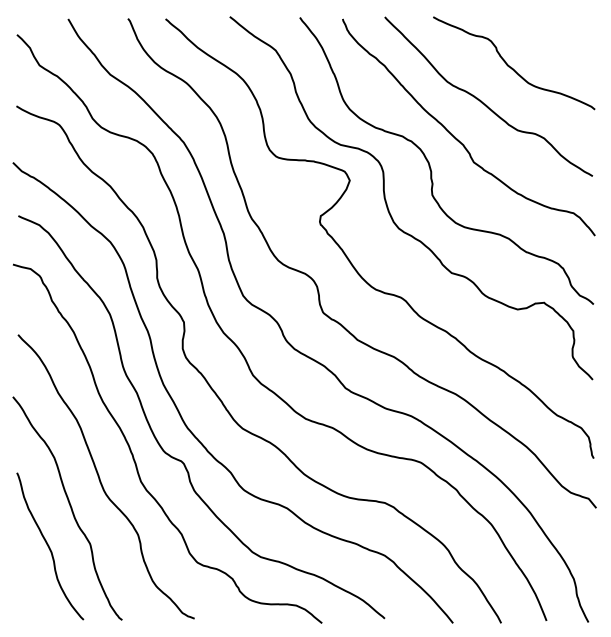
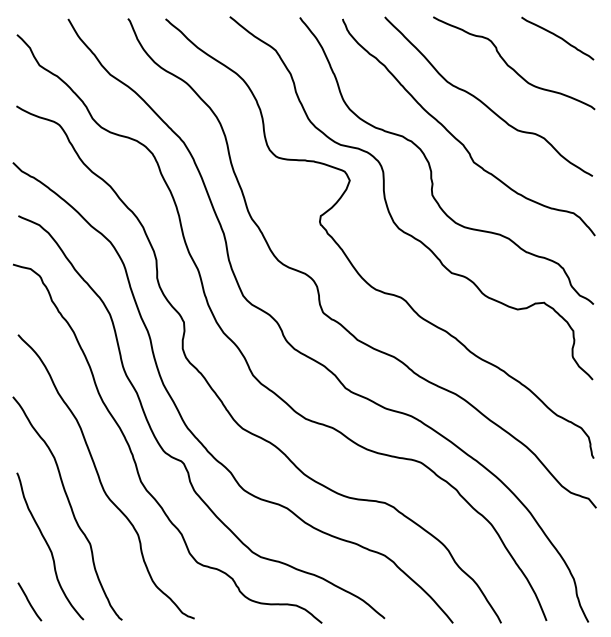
curve at (557, 37): none -> present
curve at (29, 601): none -> present
